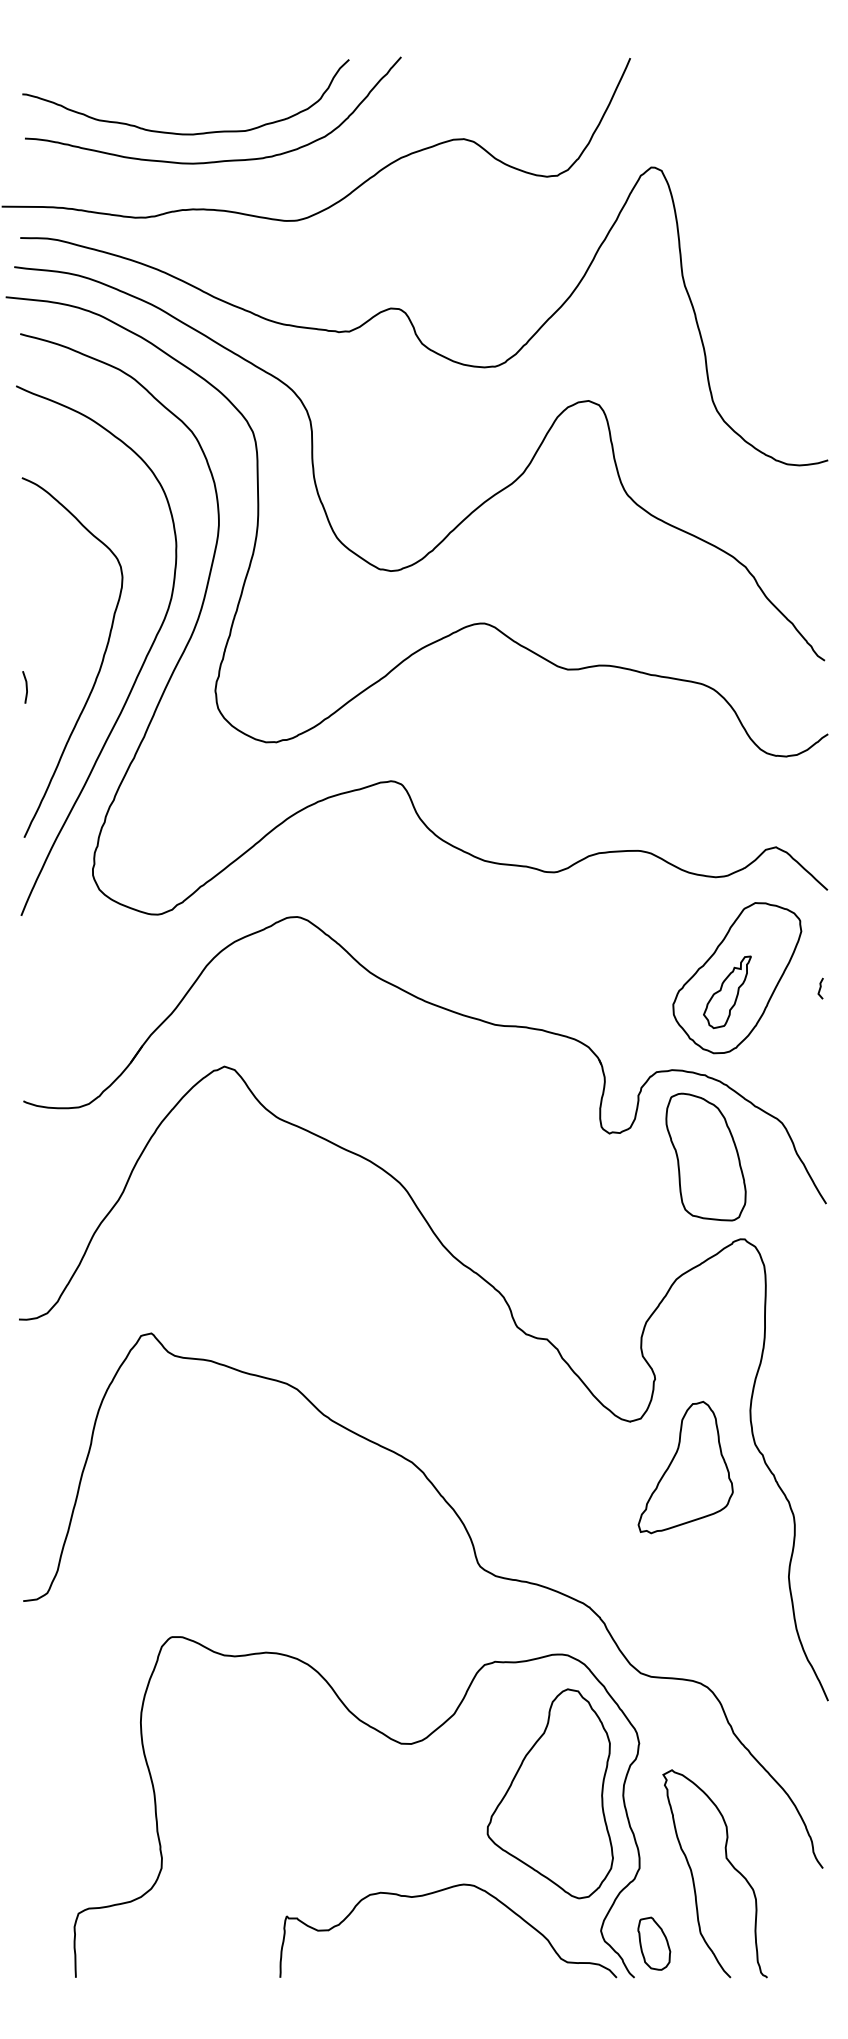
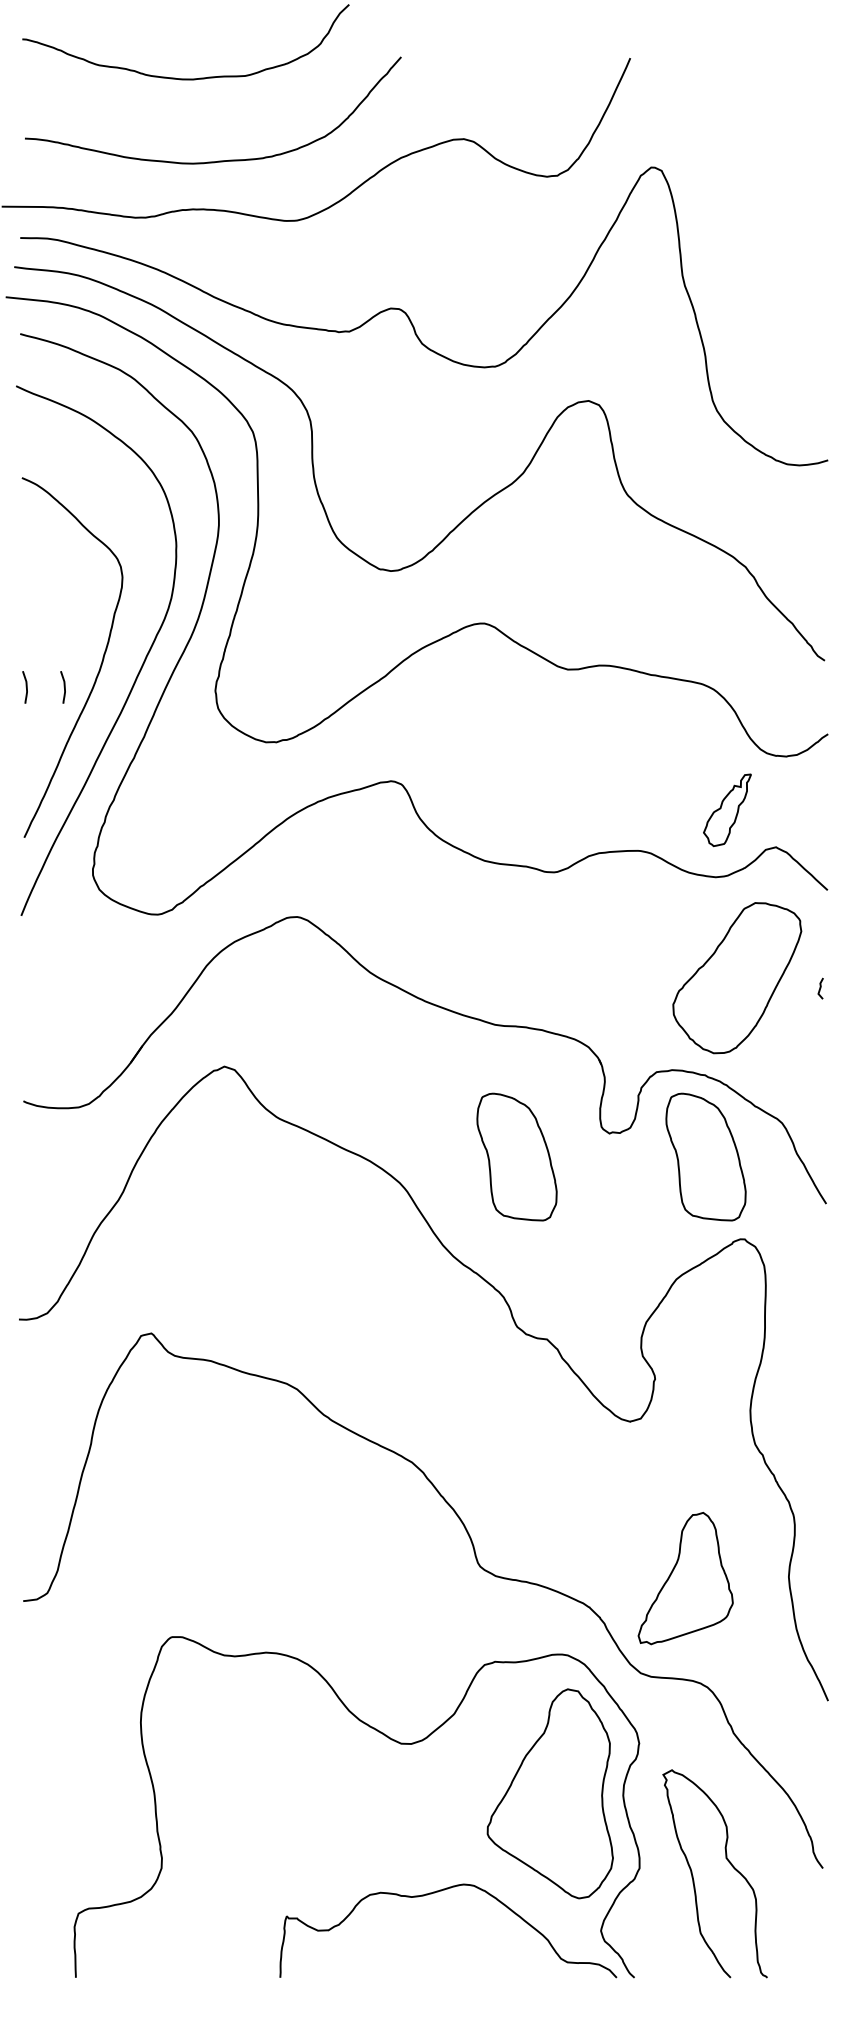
curve at (185, 133) position: (185, 133) -> (185, 78)
curve at (63, 687): none -> present
part at (727, 992) position: (727, 992) -> (727, 810)
part at (516, 1156): none -> present
part at (685, 1467) position: (685, 1467) -> (685, 1578)
part at (654, 1943): present -> none
